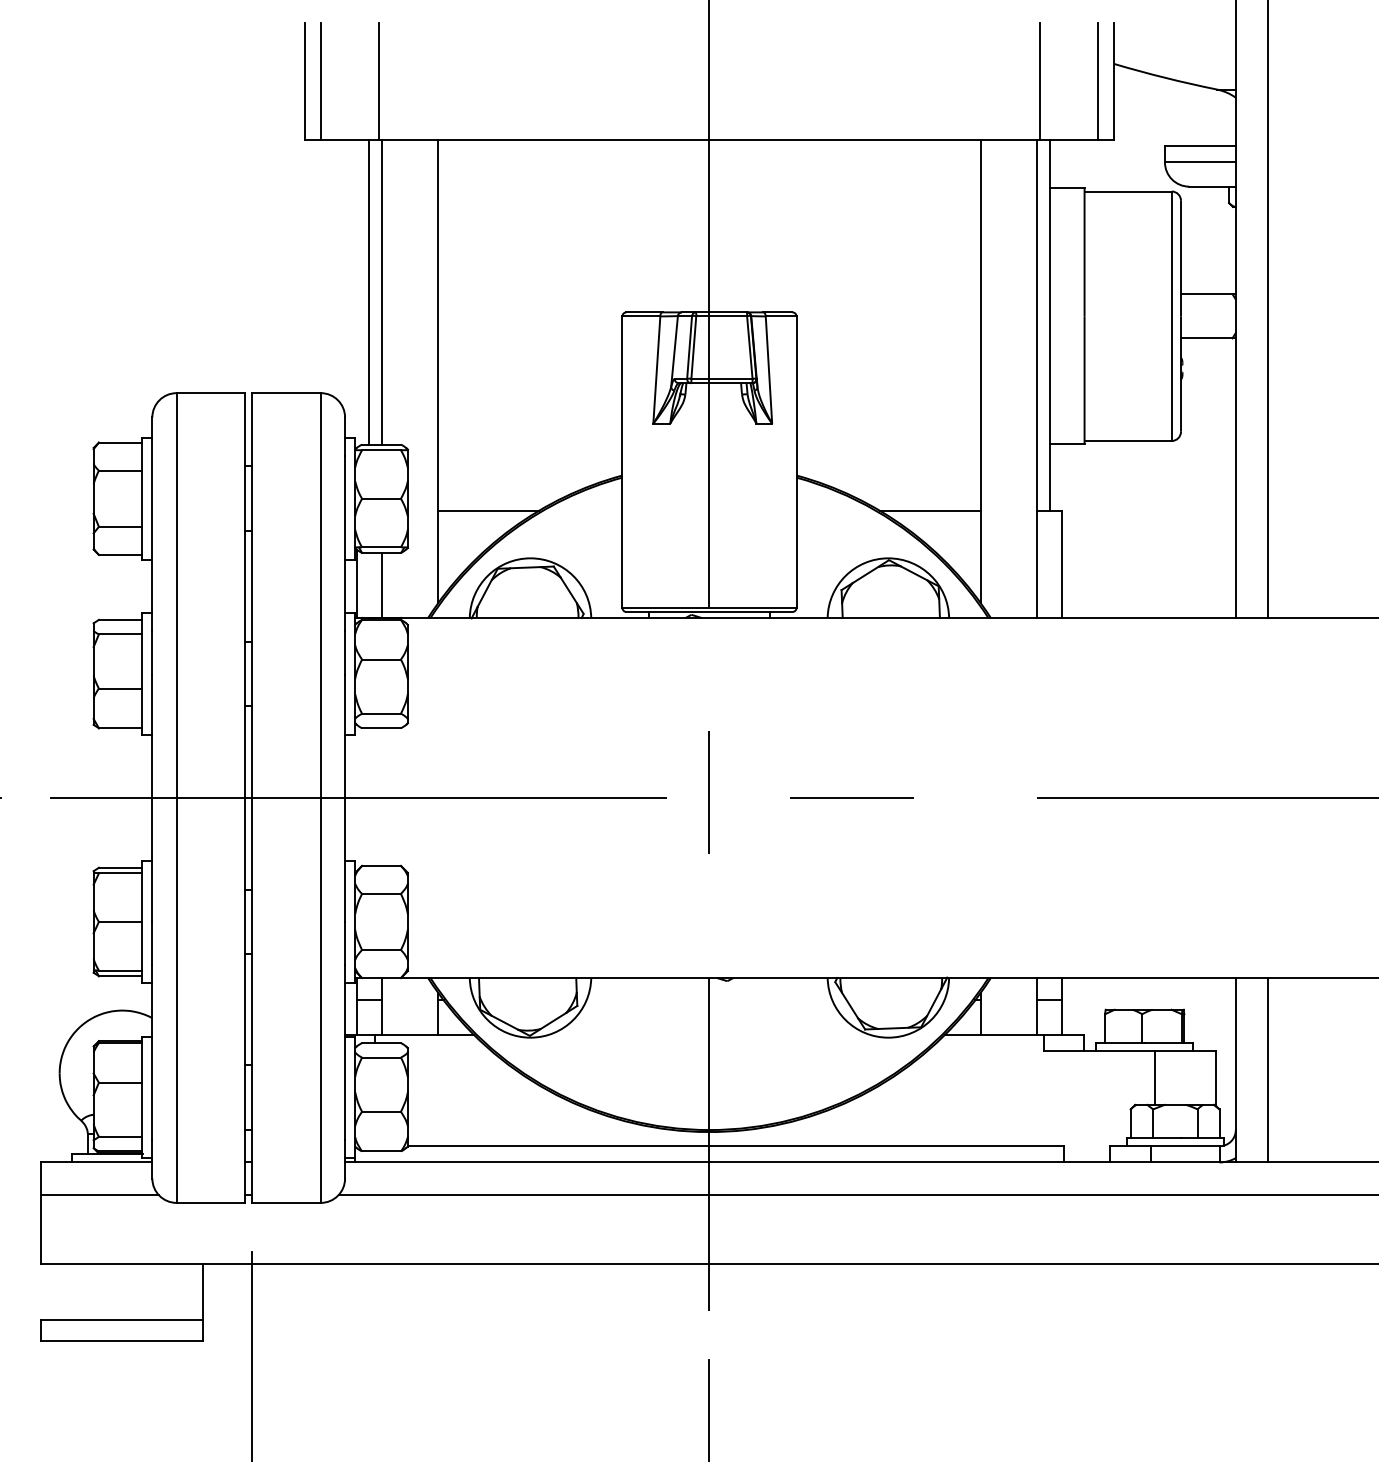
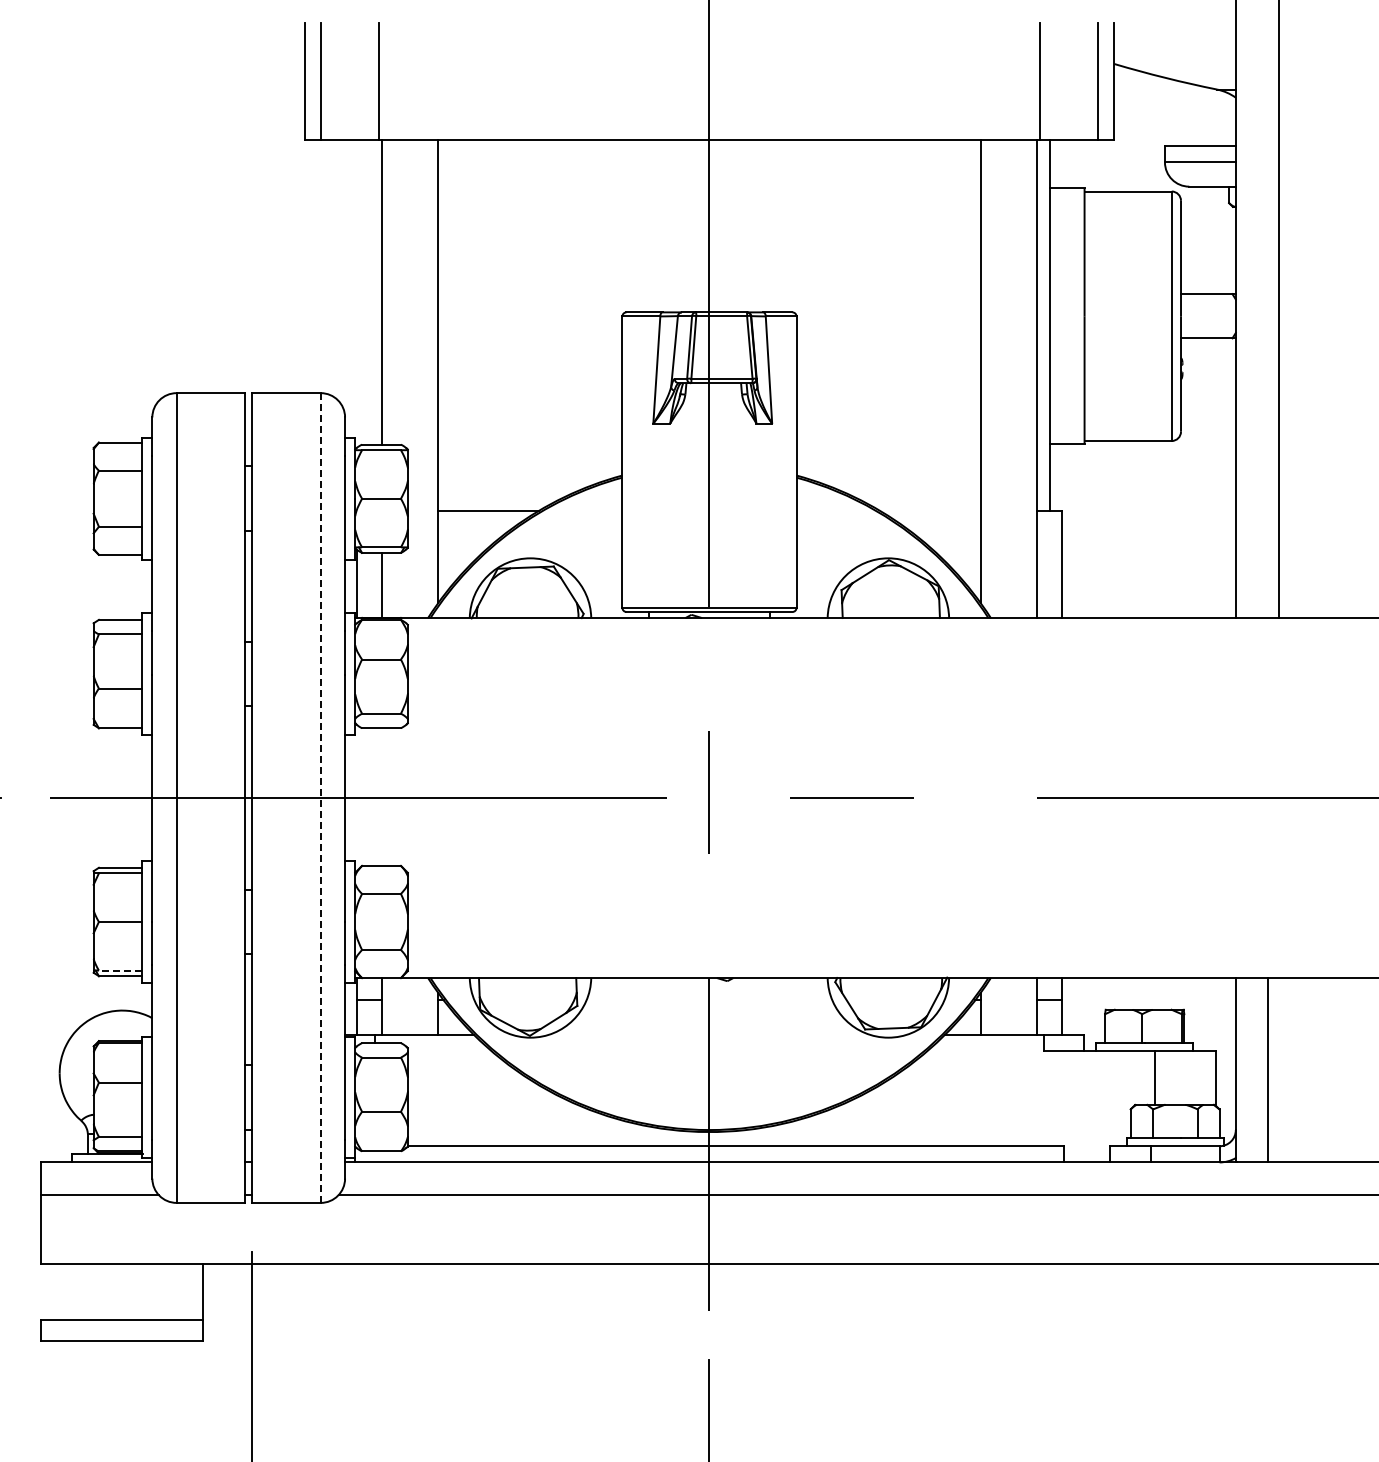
line at (369, 292): present -> none
line at (1268, 310) position: (1268, 310) -> (1279, 310)
line at (929, 510): present -> none
line at (320, 798): solid -> dashed
line at (120, 970): solid -> dashed
